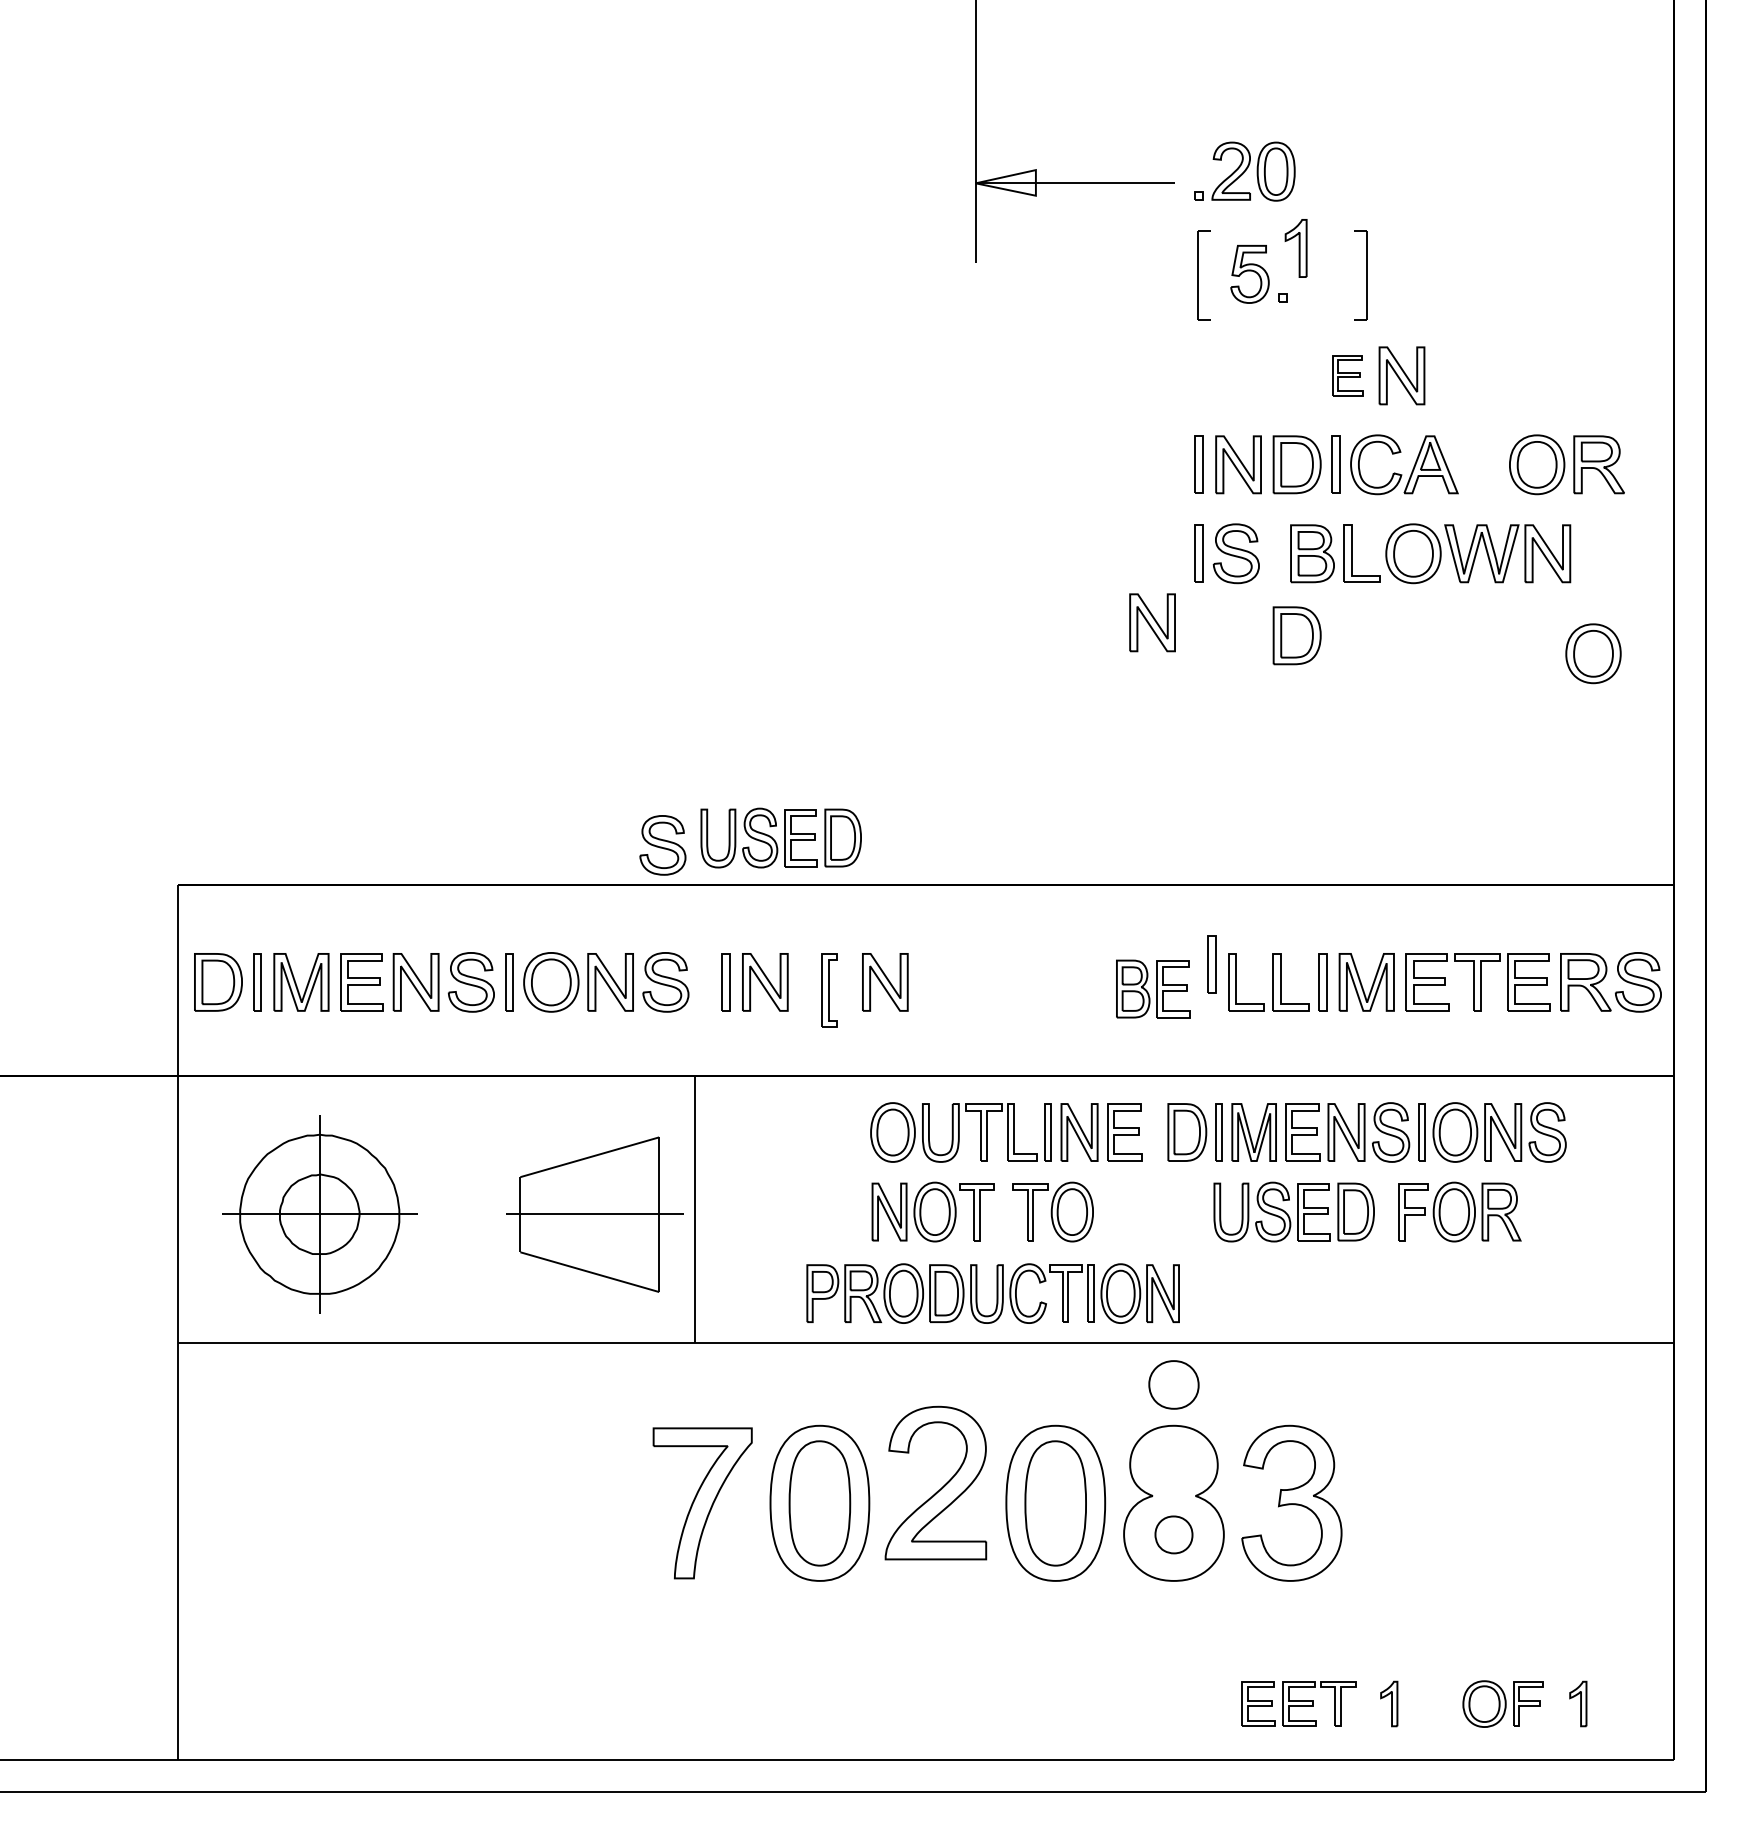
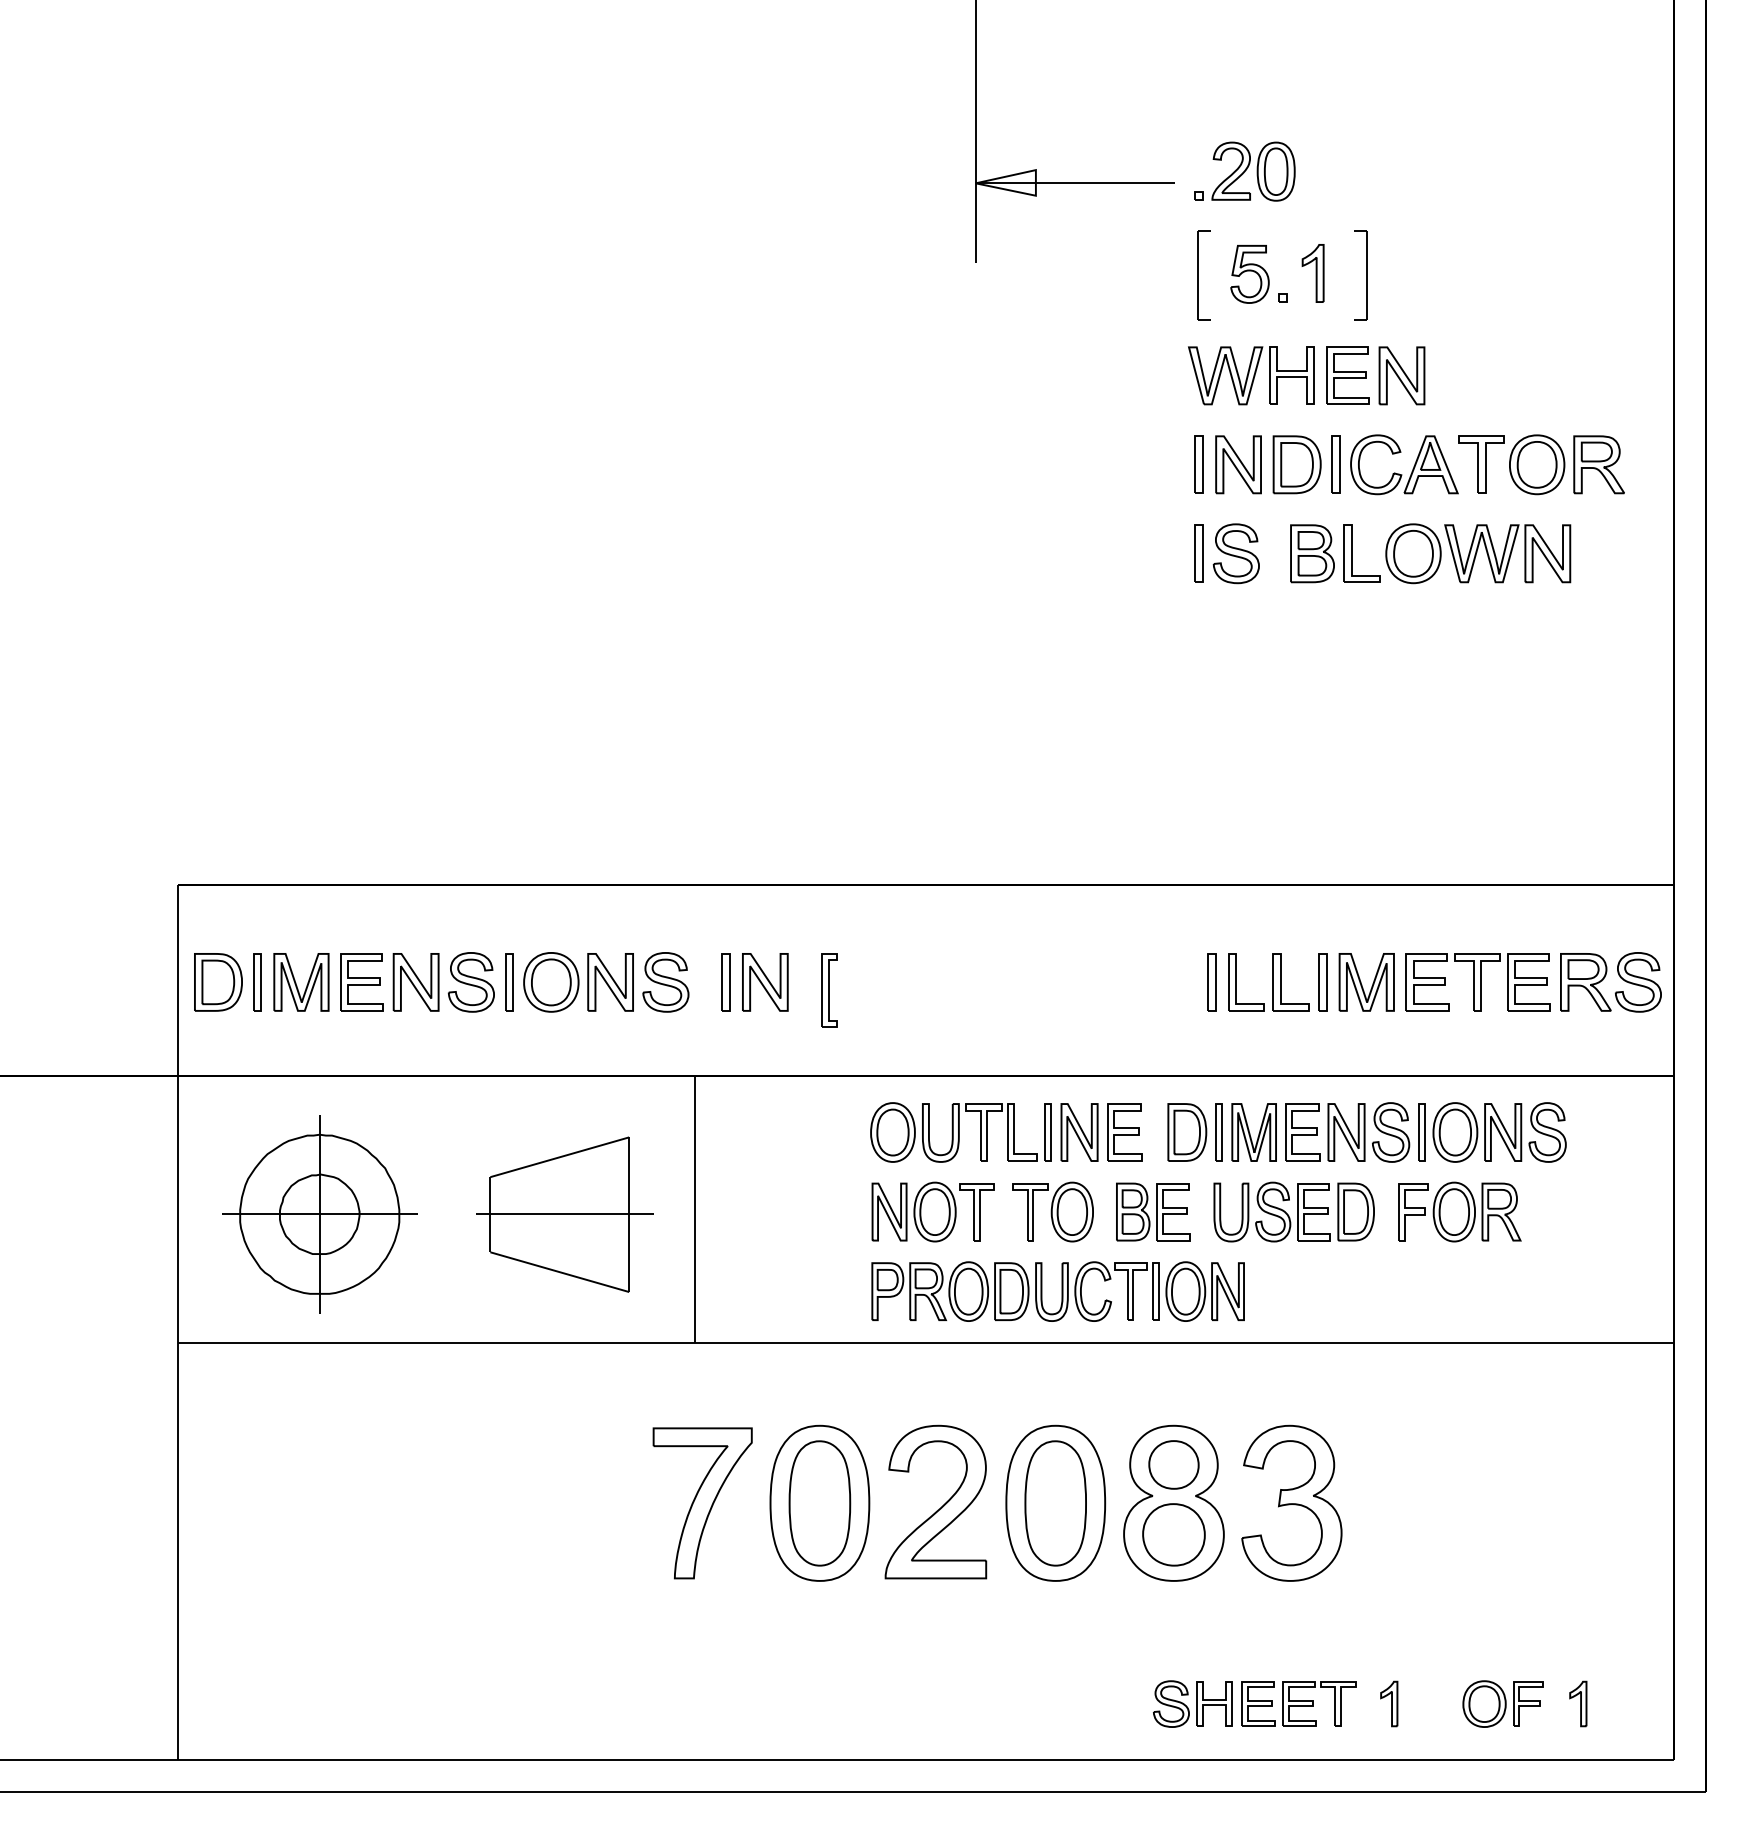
part at (1295, 248) position: (1295, 248) -> (1312, 273)
part at (1251, 375): none -> present
part at (1347, 375) size: 32x42 px -> 44x59 px
part at (1481, 464): none -> present
part at (1152, 622): present -> none
part at (1296, 635): present -> none
part at (1593, 653): present -> none
part at (780, 837): present -> none
part at (662, 845): present -> none
part at (1211, 964) position: (1211, 964) -> (1211, 982)
part at (885, 982): present -> none
part at (1153, 988) position: (1153, 988) -> (1153, 1211)
part at (594, 1214) position: (594, 1214) -> (564, 1214)
part at (992, 1293) position: (992, 1293) -> (1057, 1291)
part at (1173, 1384) position: (1173, 1384) -> (1173, 1464)
part at (941, 1487) position: (941, 1487) -> (941, 1506)
part at (1173, 1534) size: 40x40 px -> 64x64 px
part at (1192, 1703): none -> present
